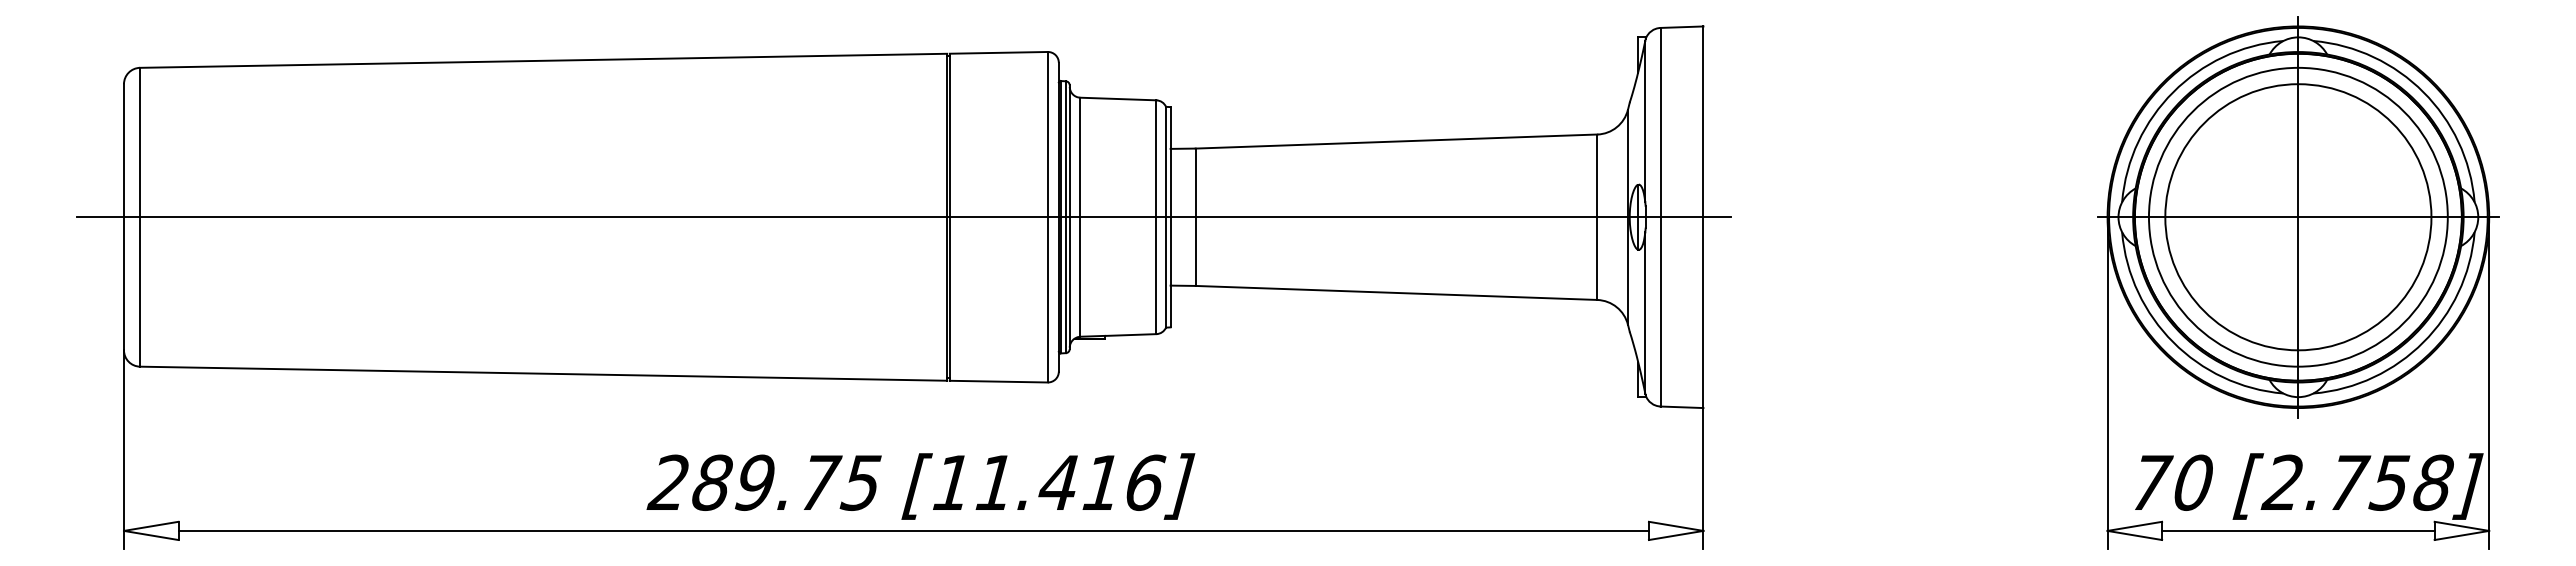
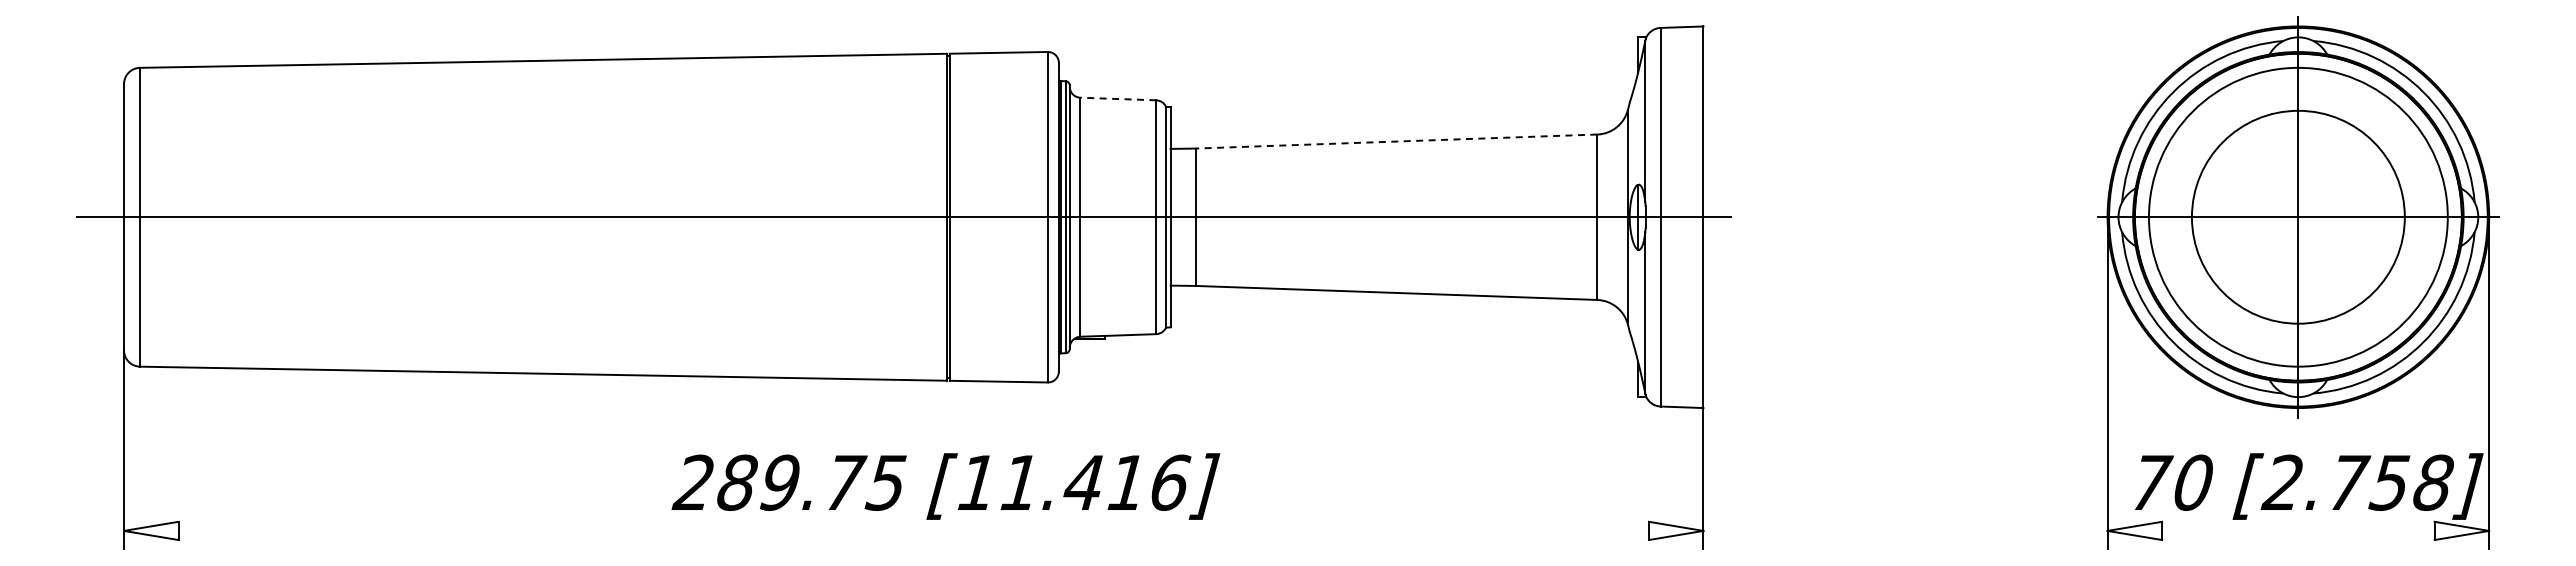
line at (1117, 99): solid -> dashed
line at (1396, 141): solid -> dashed
circle at (2298, 217) diameter: 266 px -> 213 px
text at (920, 486) position: (920, 486) -> (945, 486)
line at (913, 530): present -> none
line at (2298, 530): present -> none
